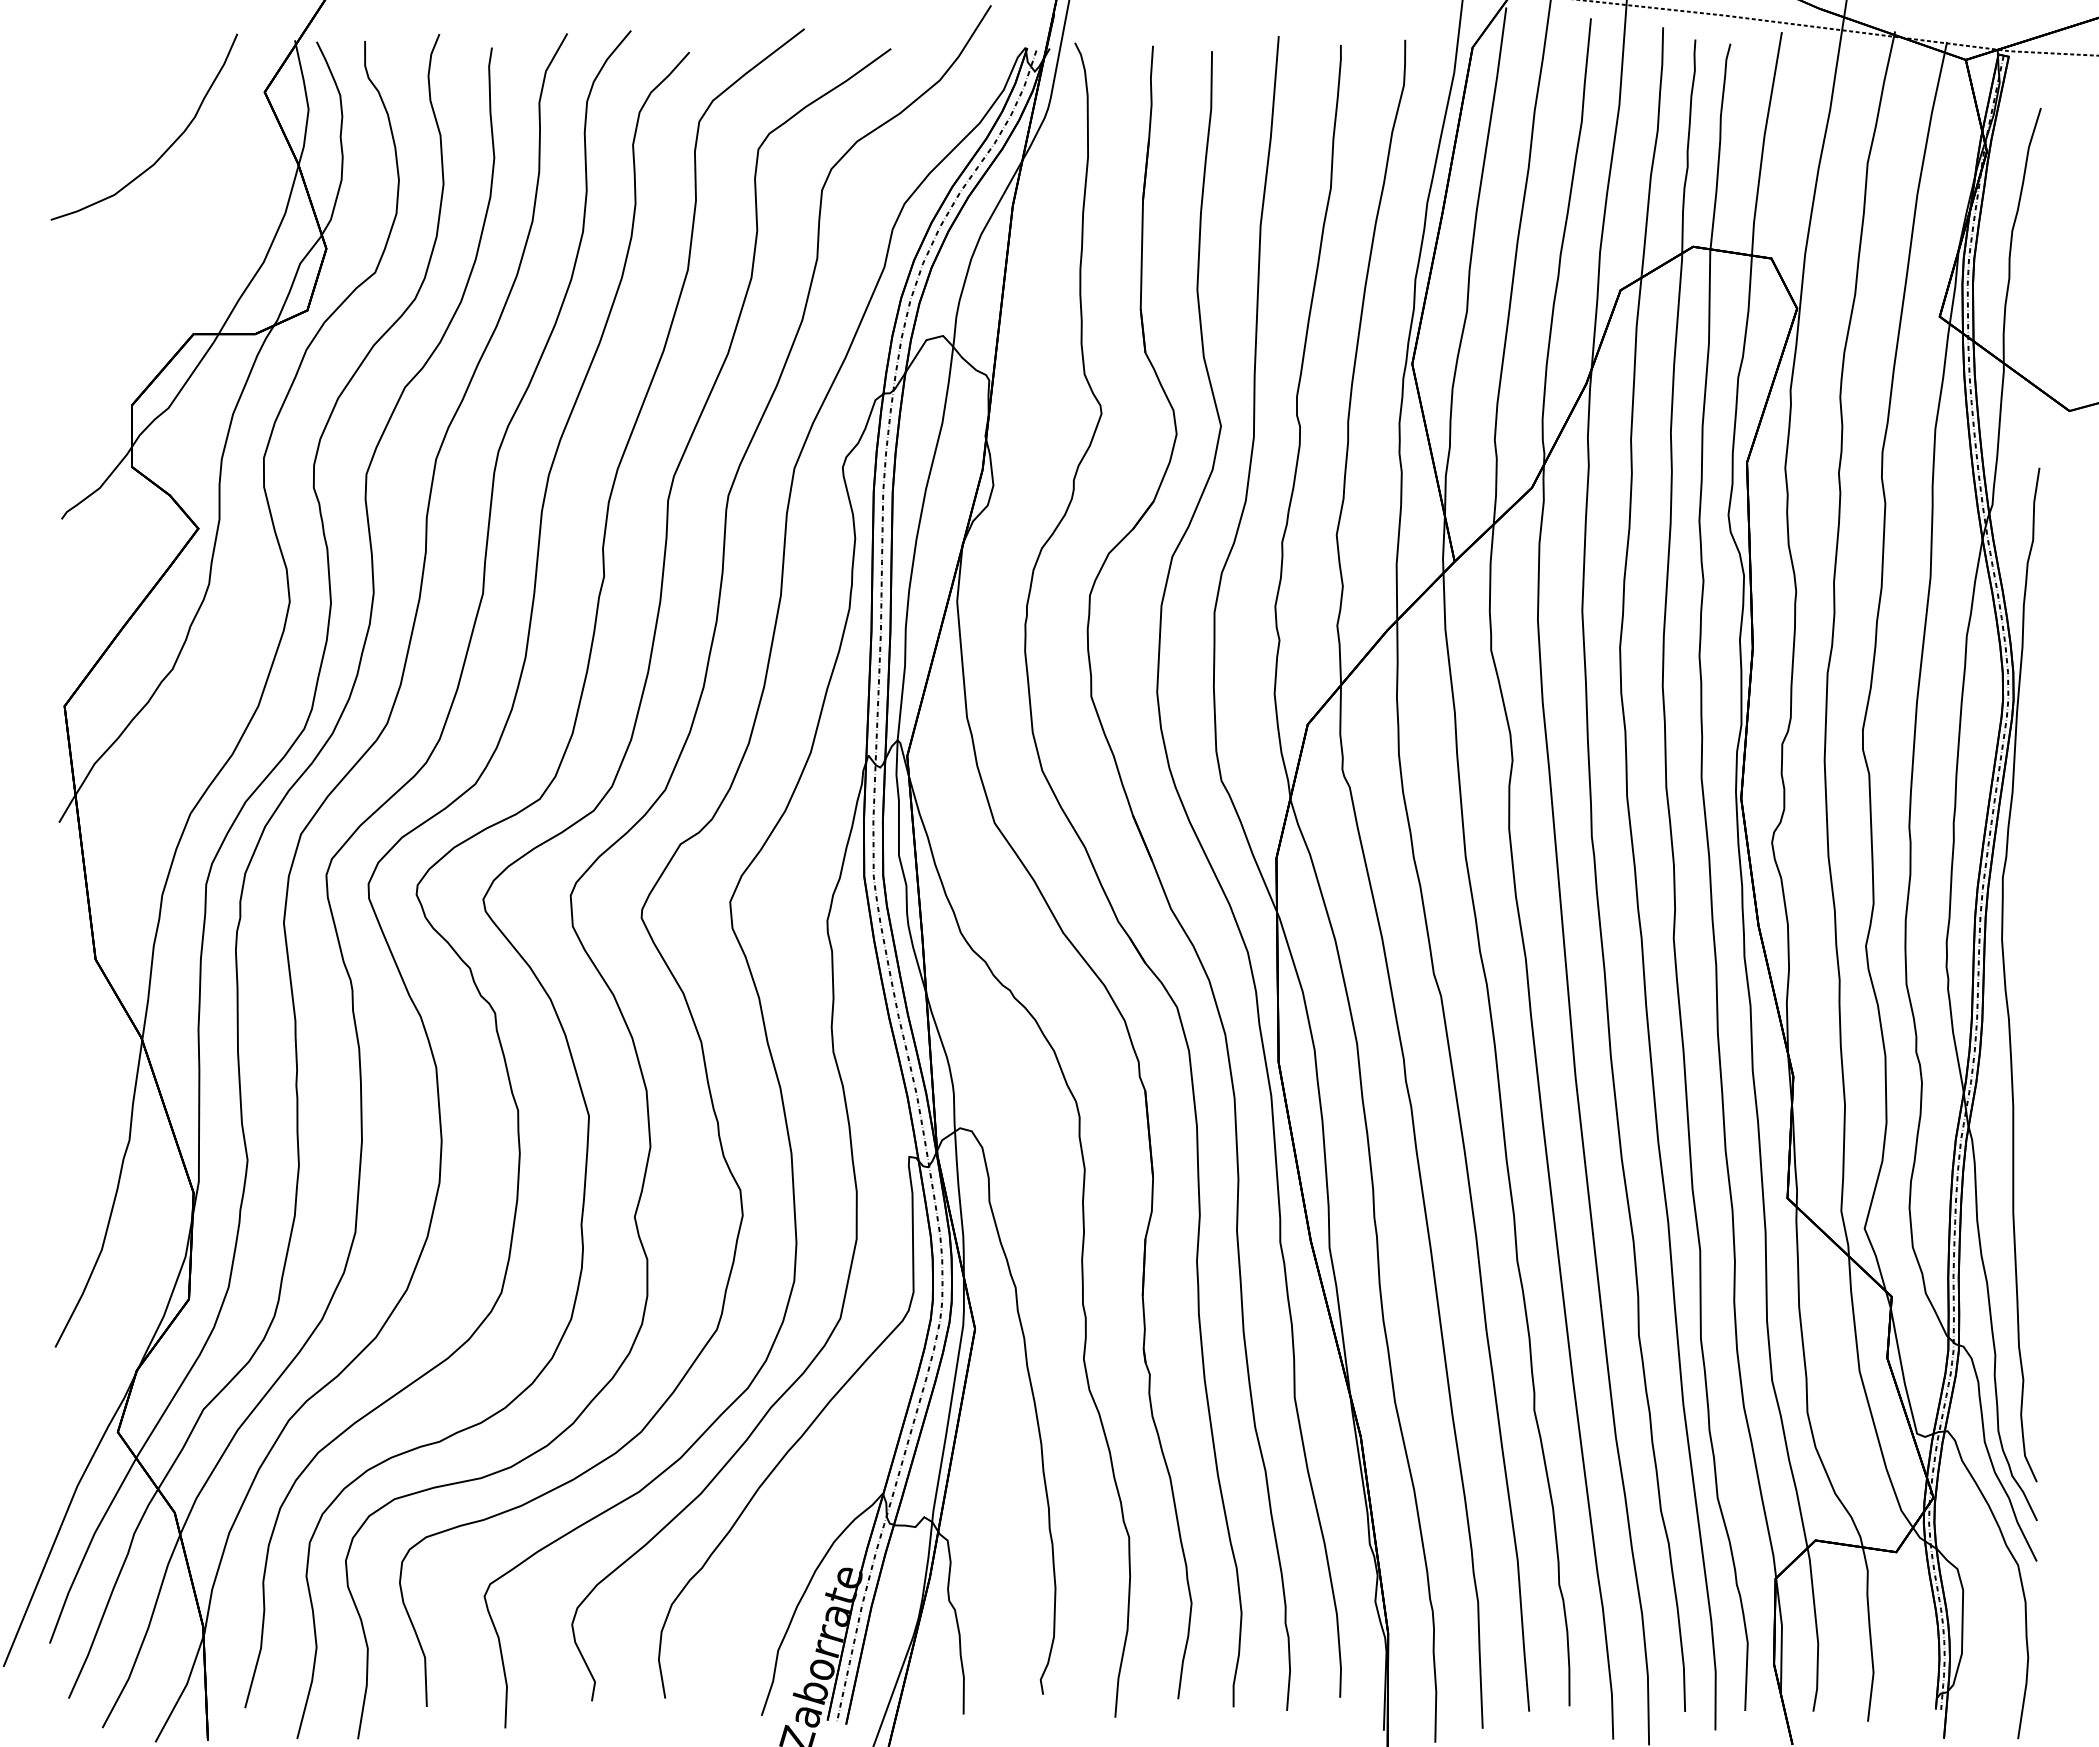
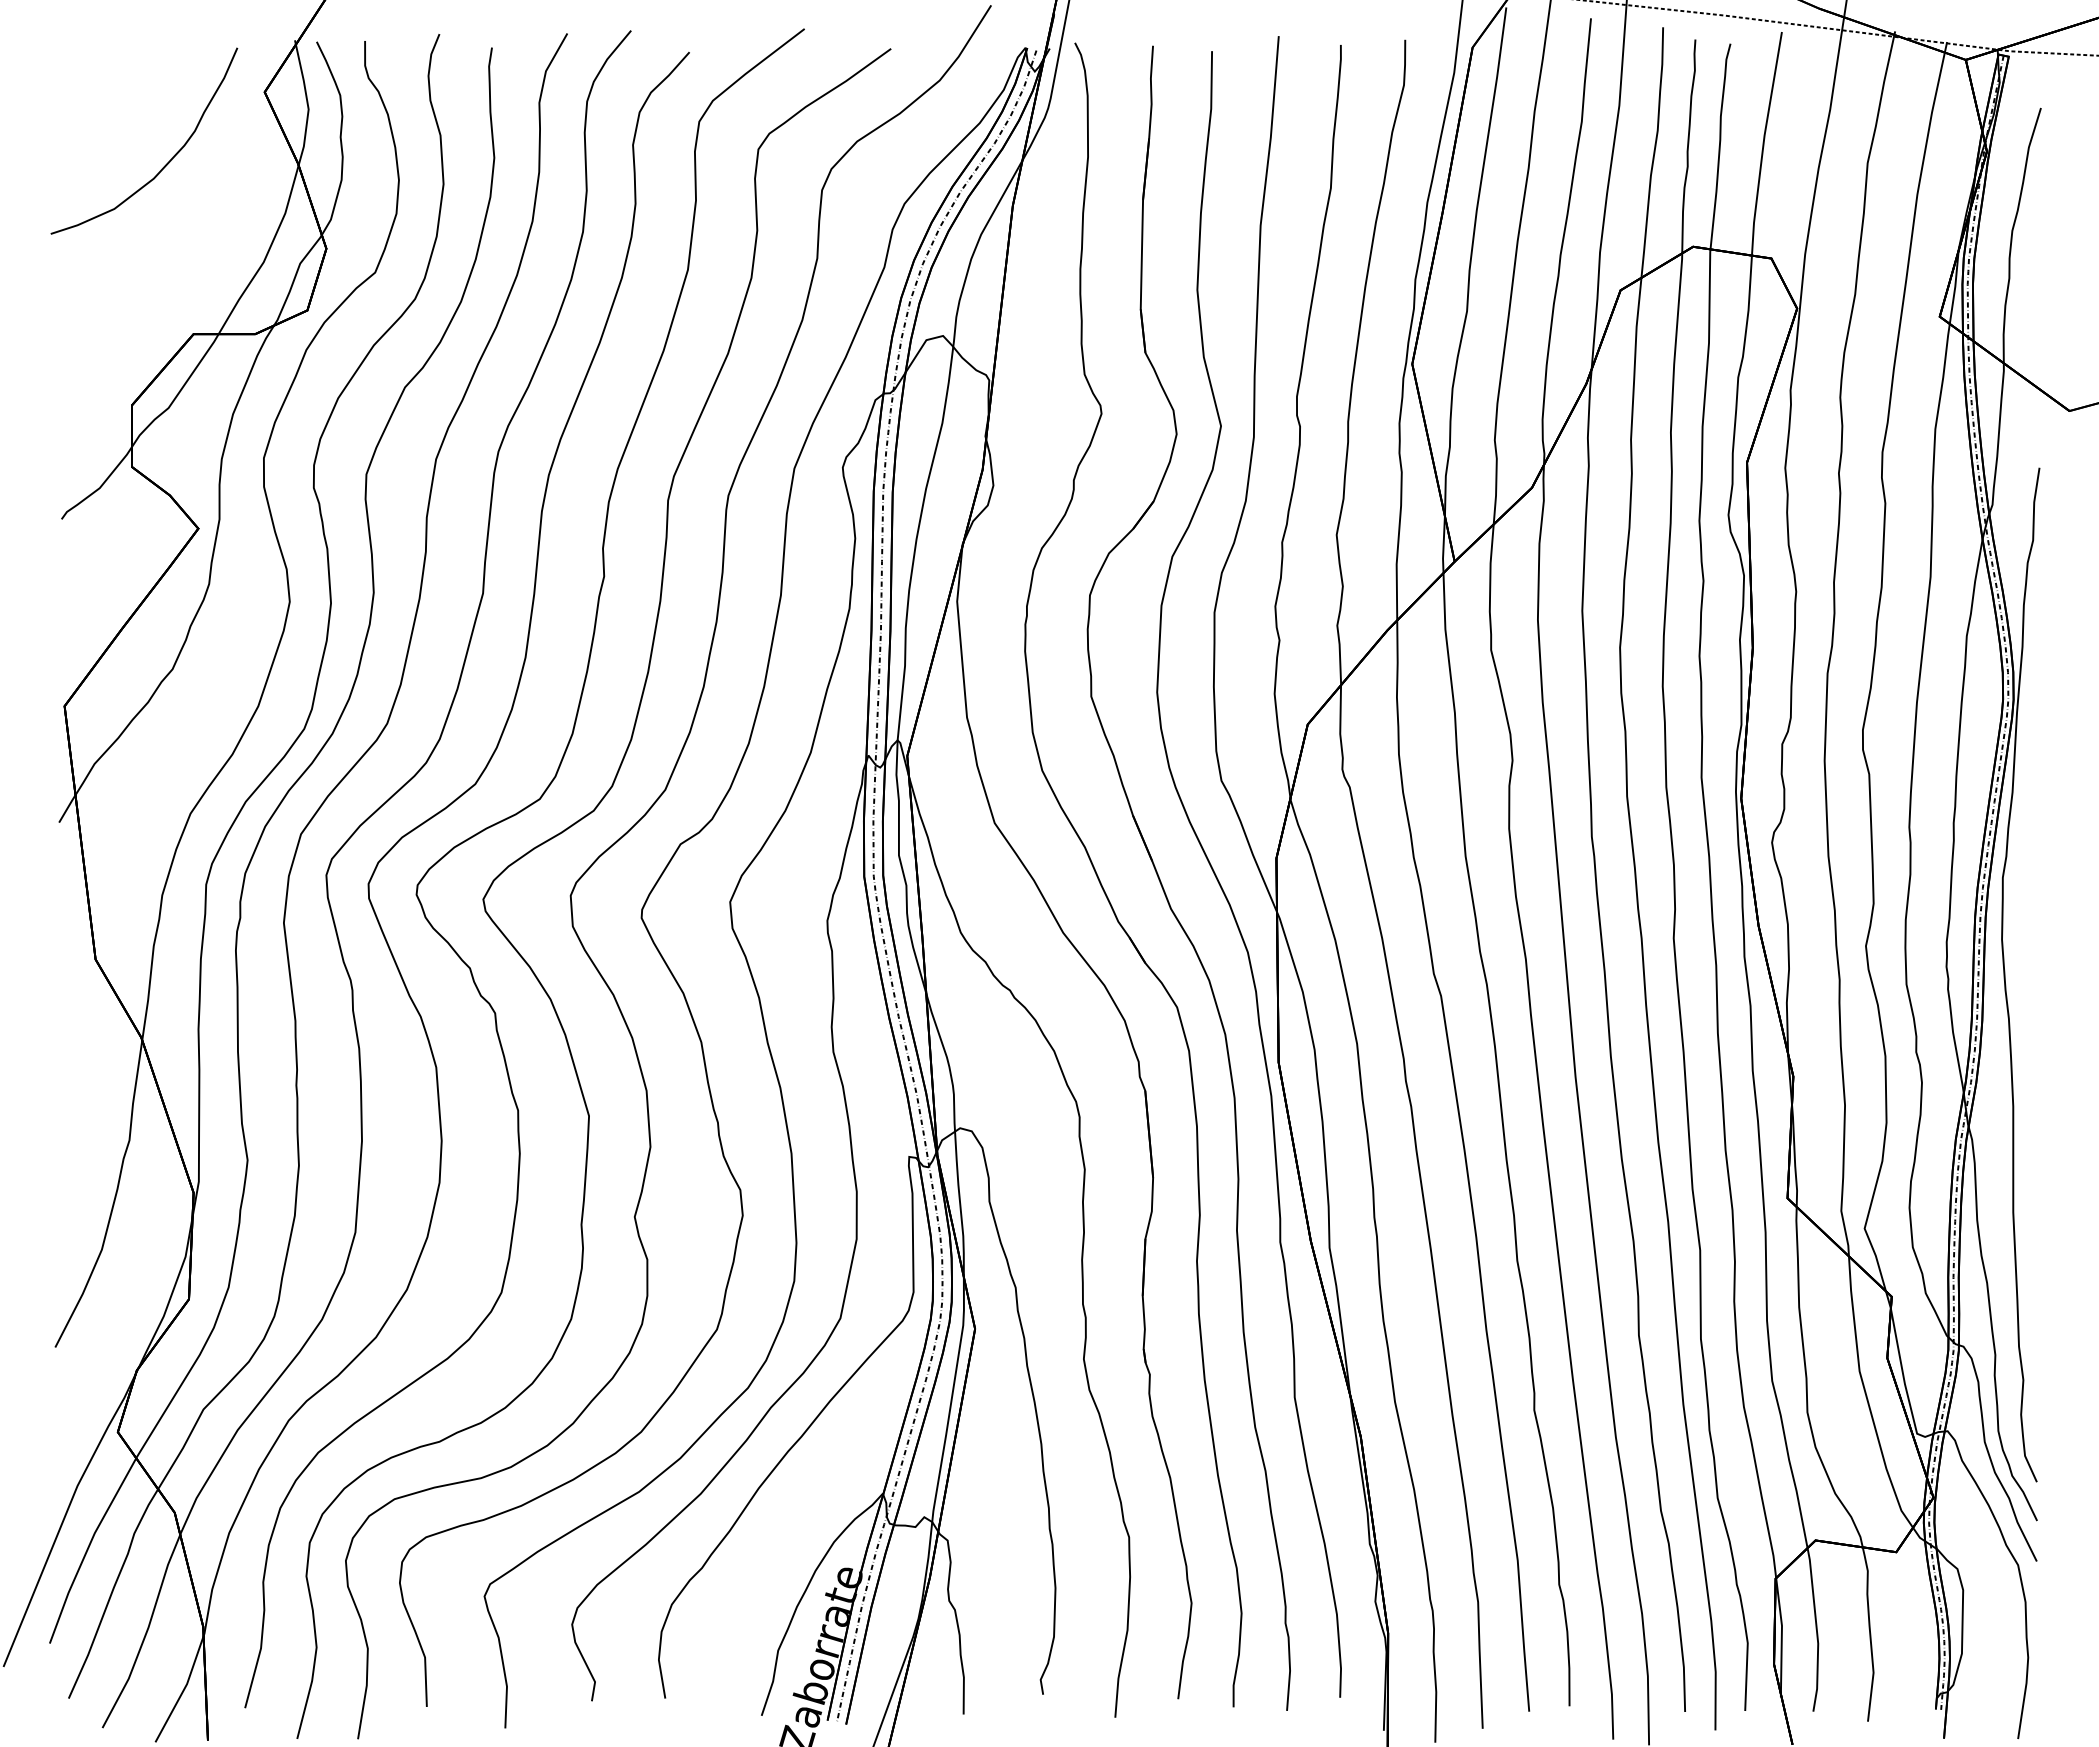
curve at (167, 148) position: (167, 148) -> (167, 162)
